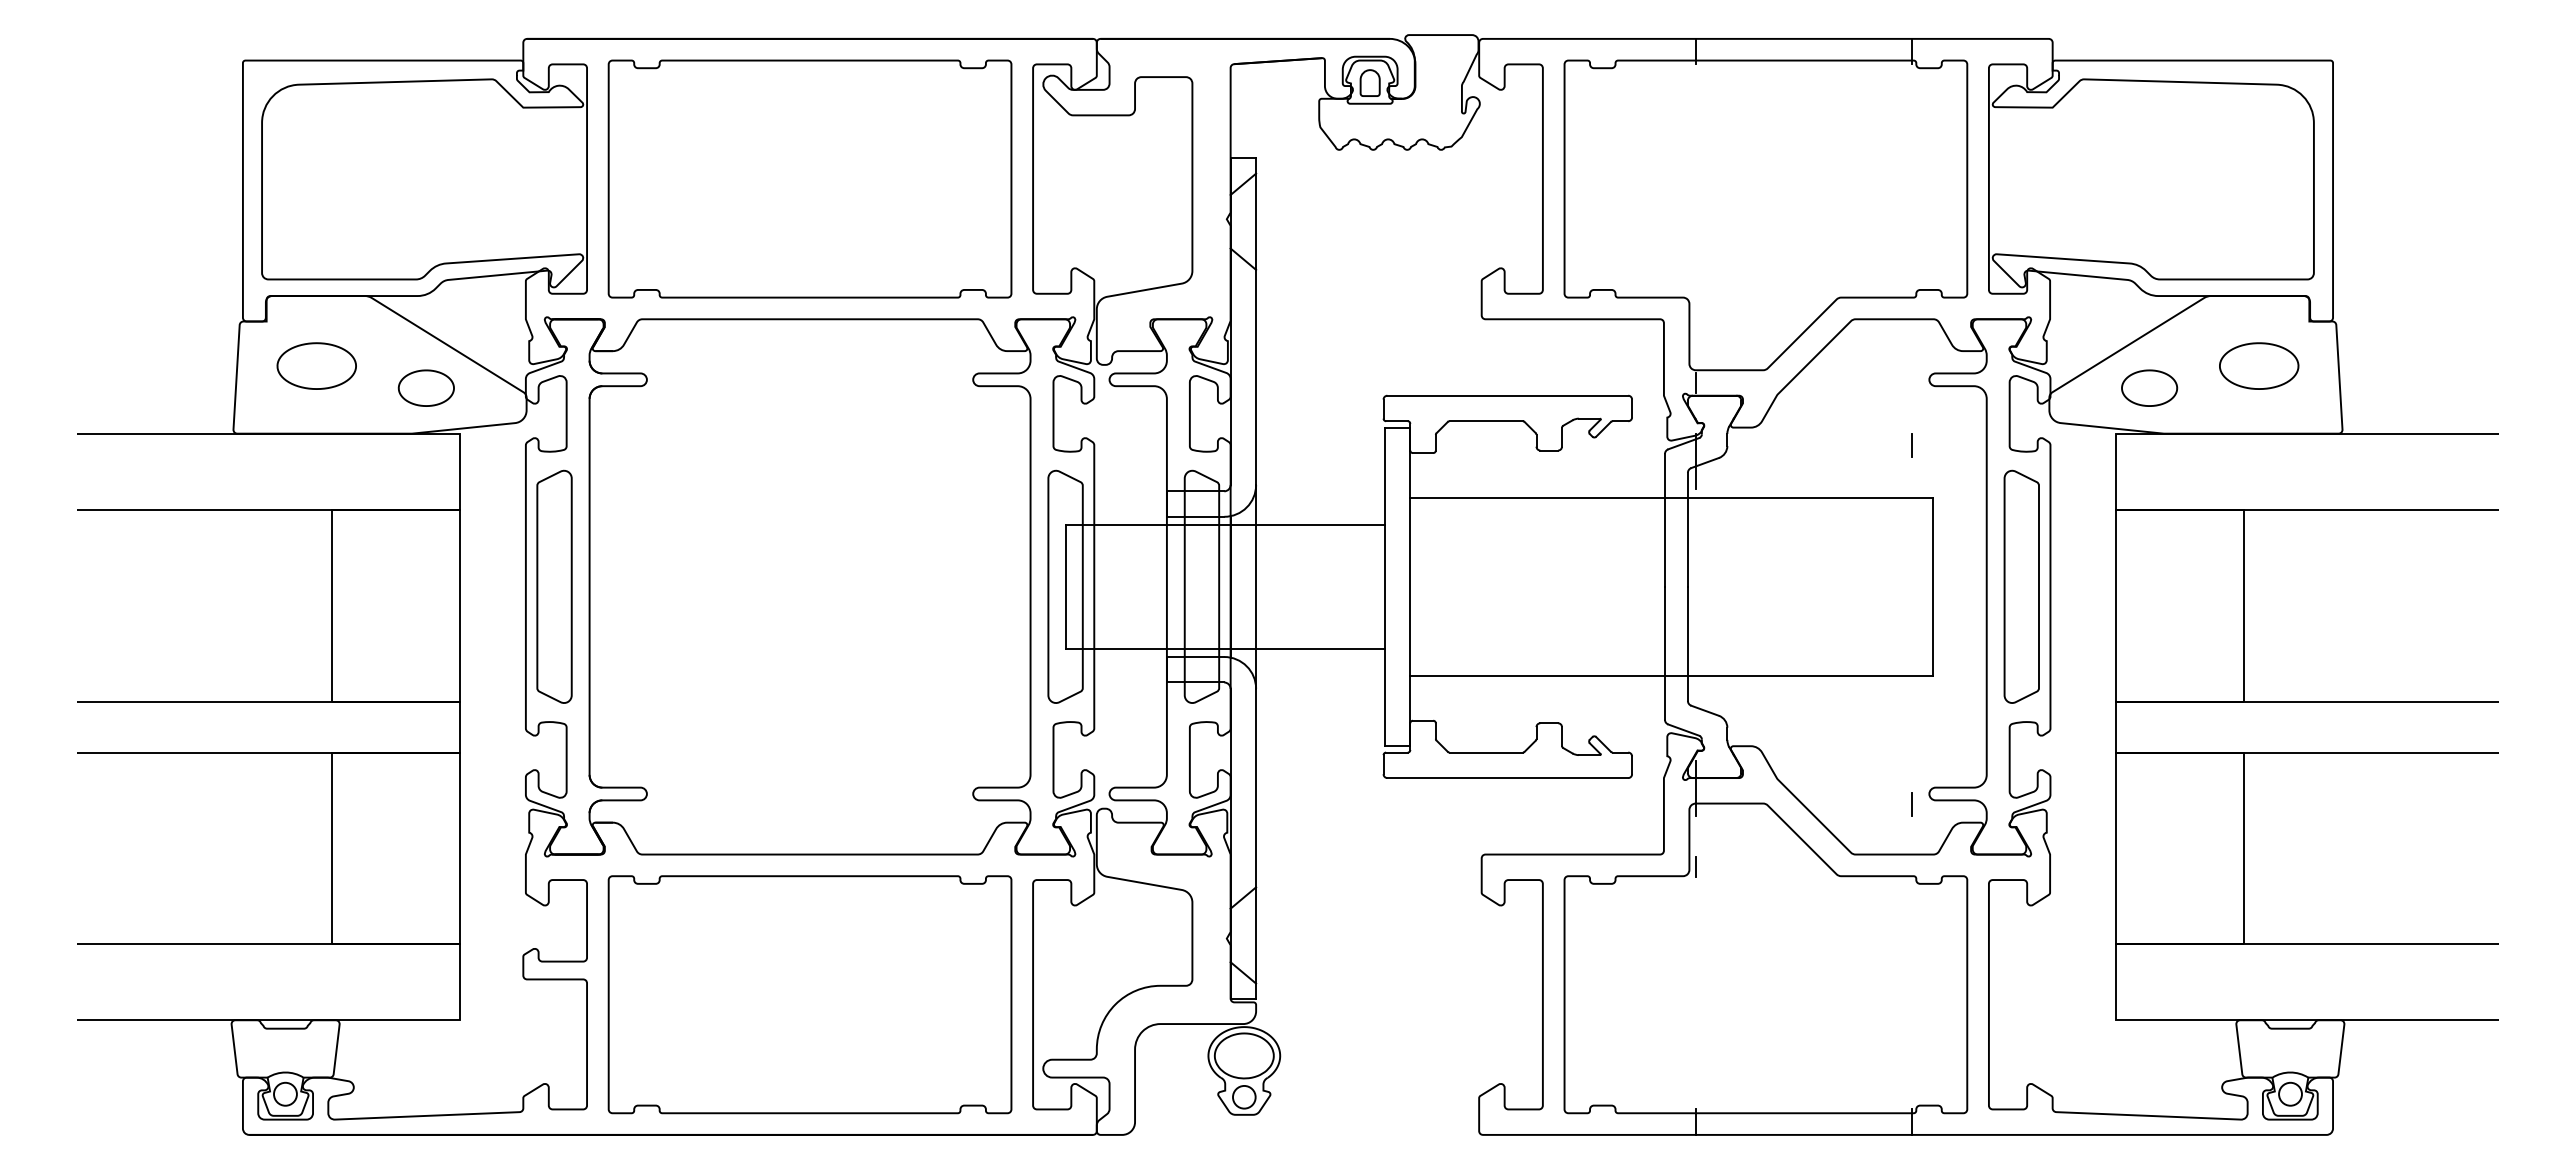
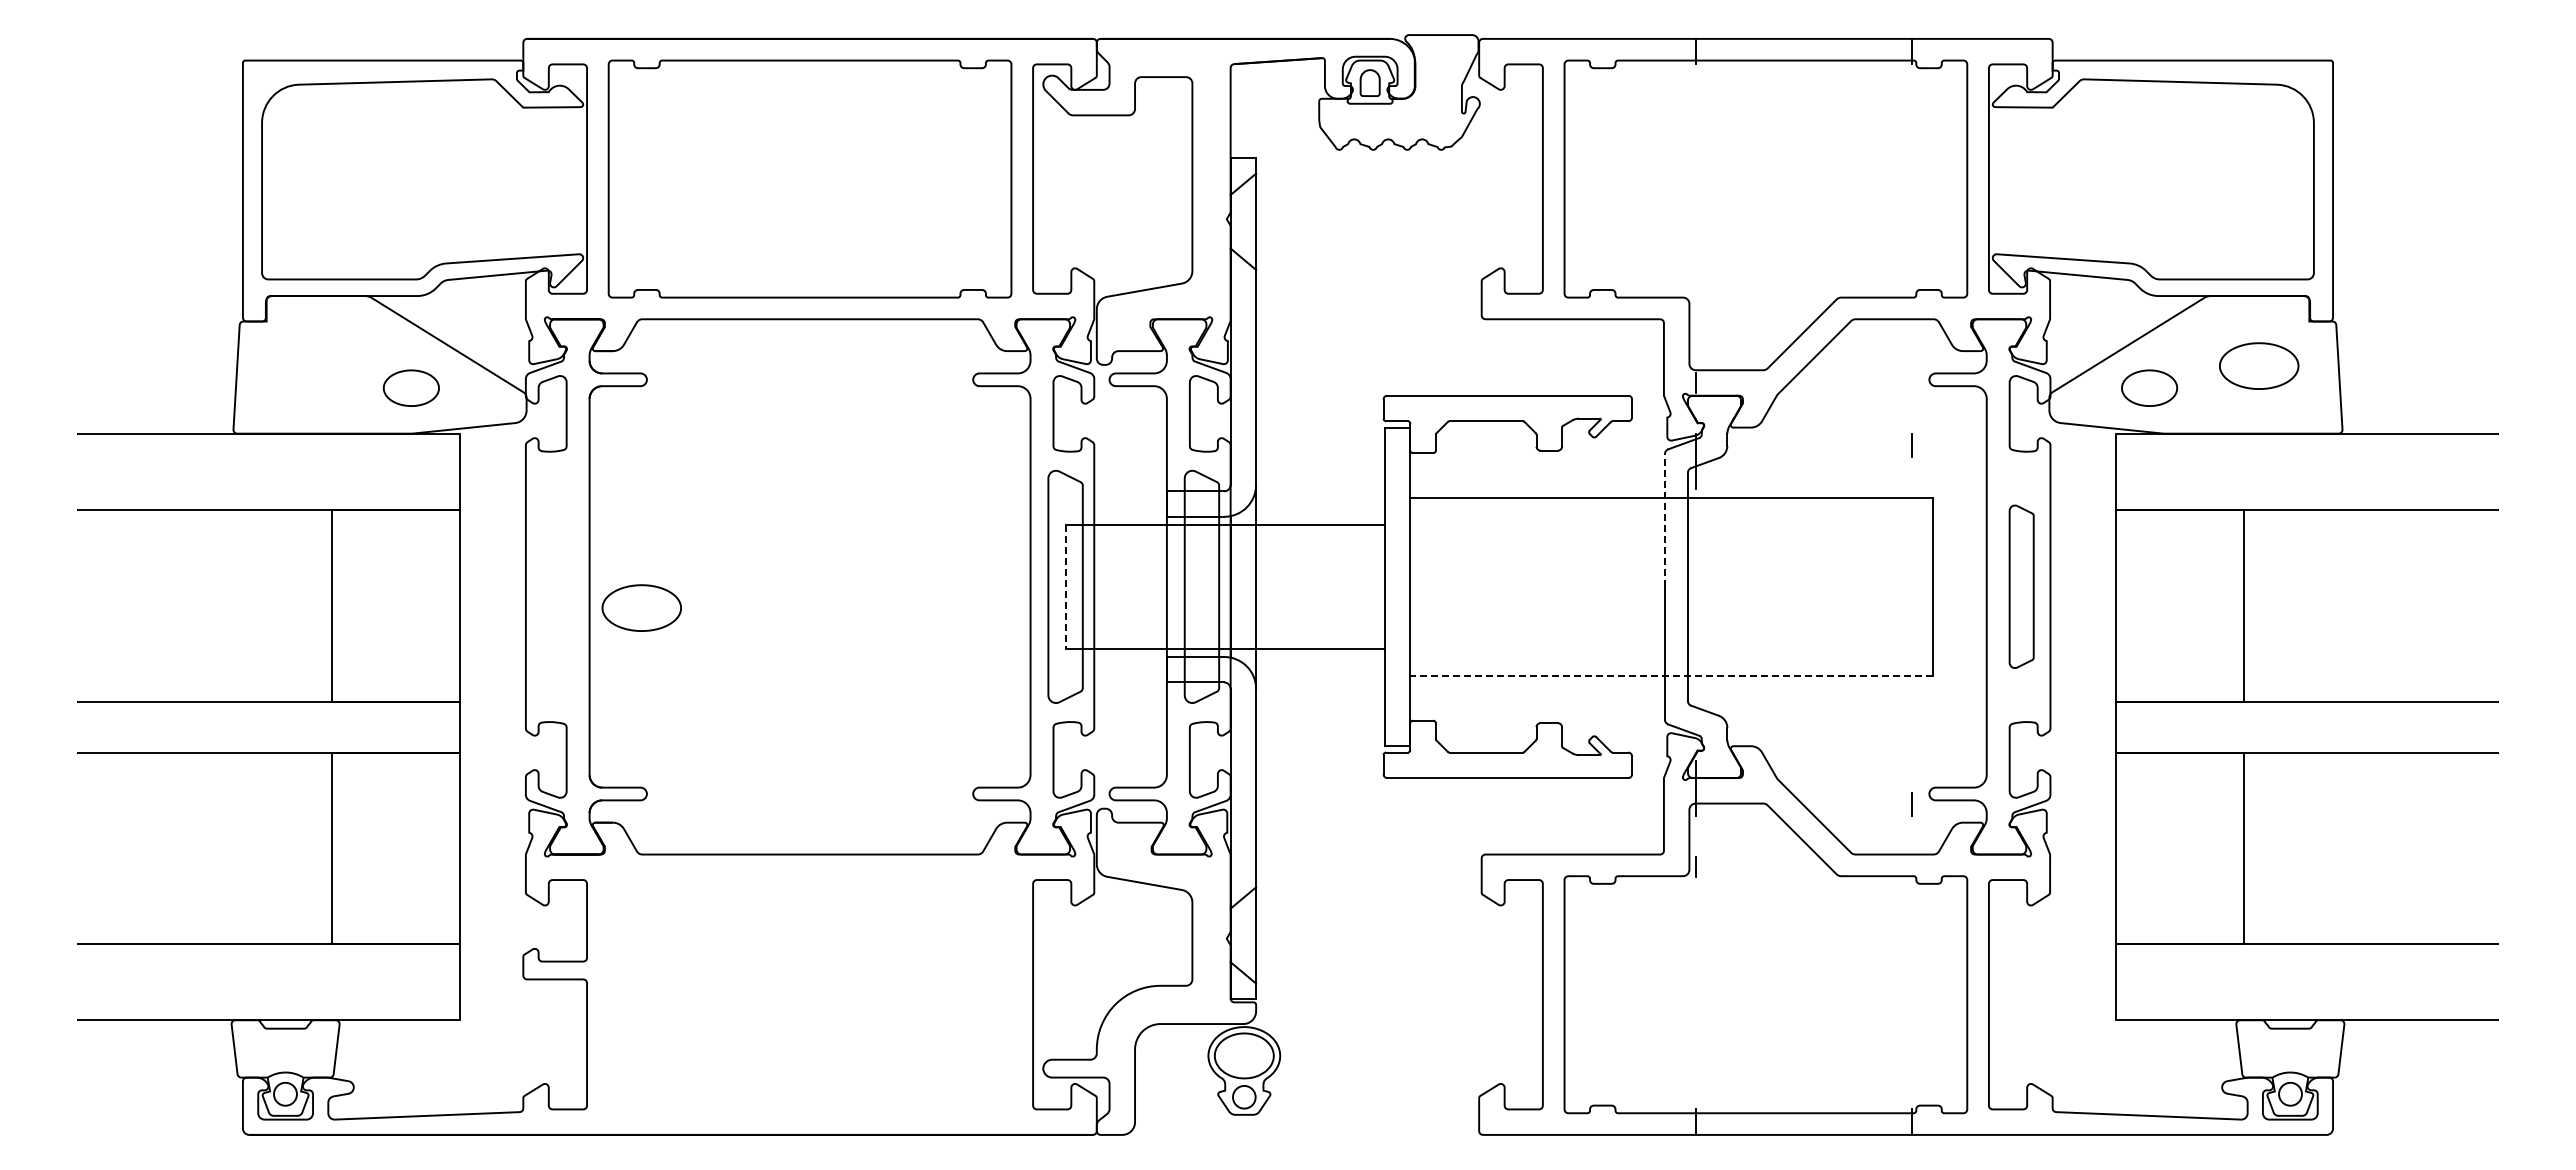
part at (316, 365) position: (316, 365) -> (641, 607)
part at (425, 387) position: (425, 387) -> (410, 387)
line at (1664, 520): solid -> dashed
part at (554, 586): present -> none
line at (1066, 586): solid -> dashed
part at (2021, 586) size: 37x235 px -> 27x165 px
line at (1671, 676): solid -> dashed
part at (809, 994): present -> none
